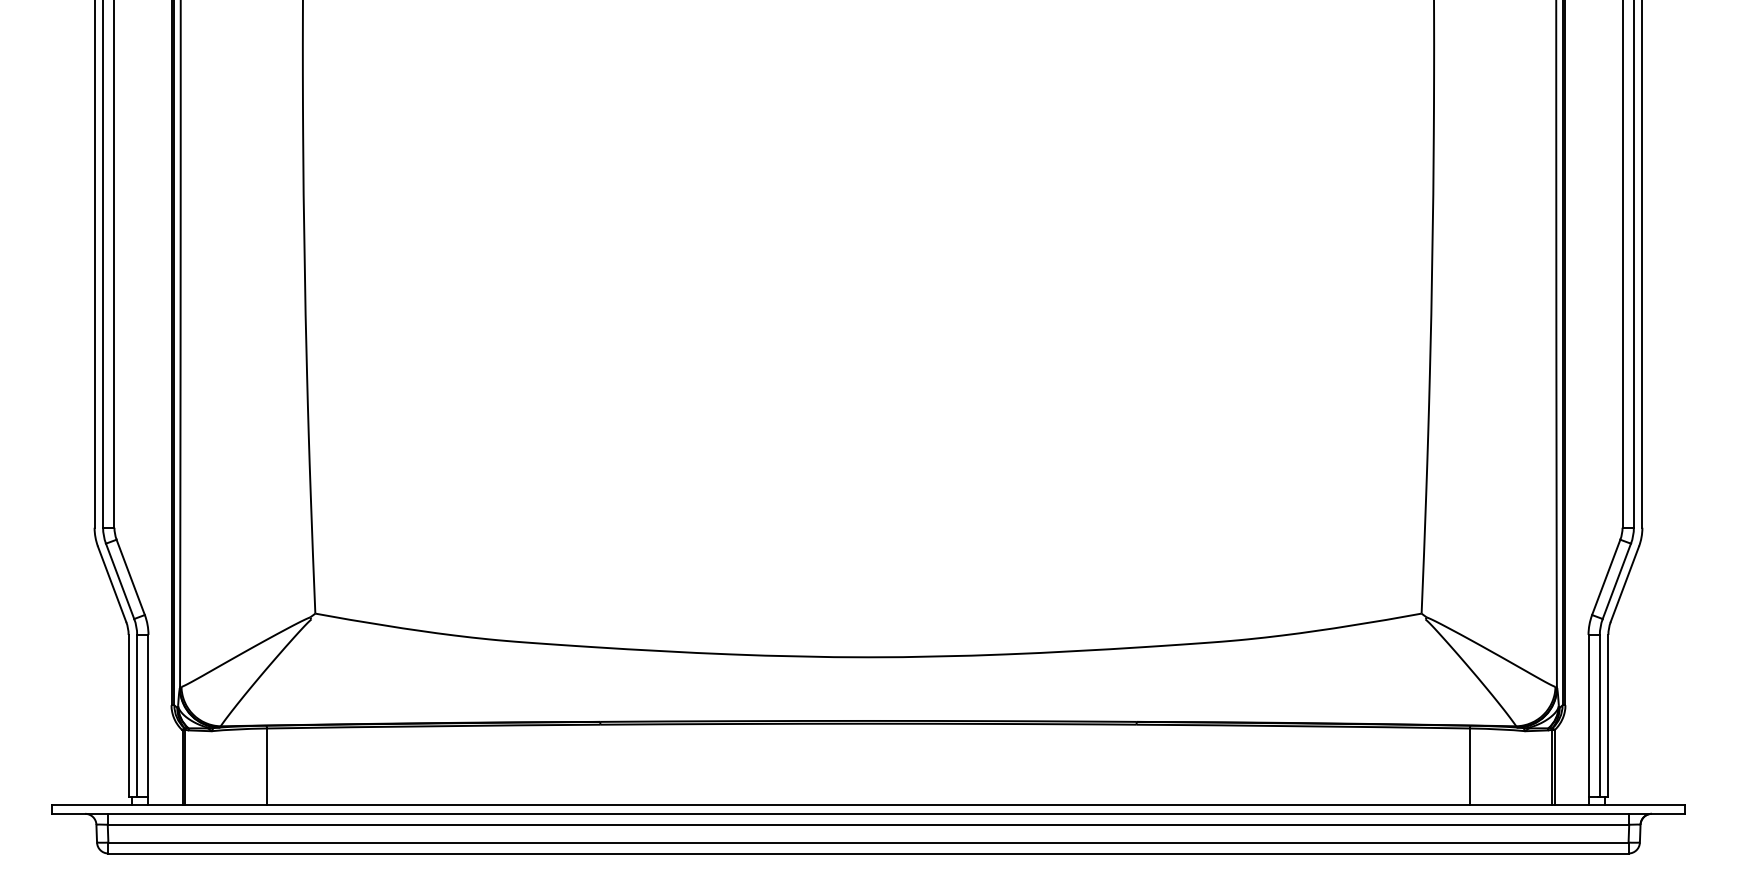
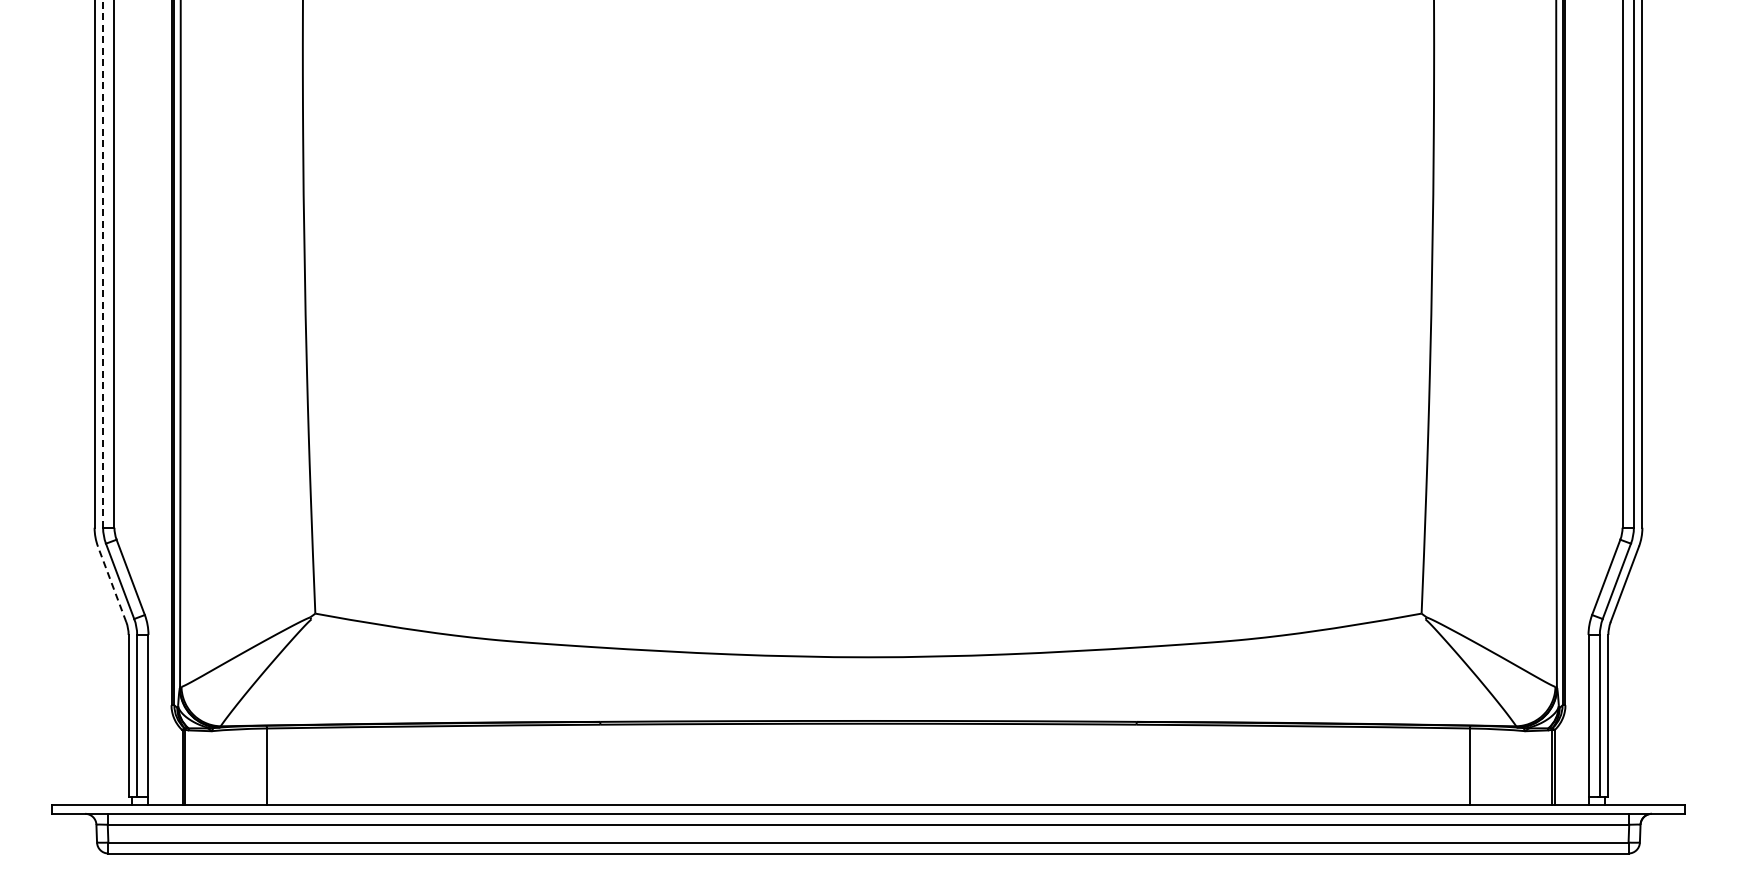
line at (103, 263): solid -> dashed
line at (111, 583): solid -> dashed
